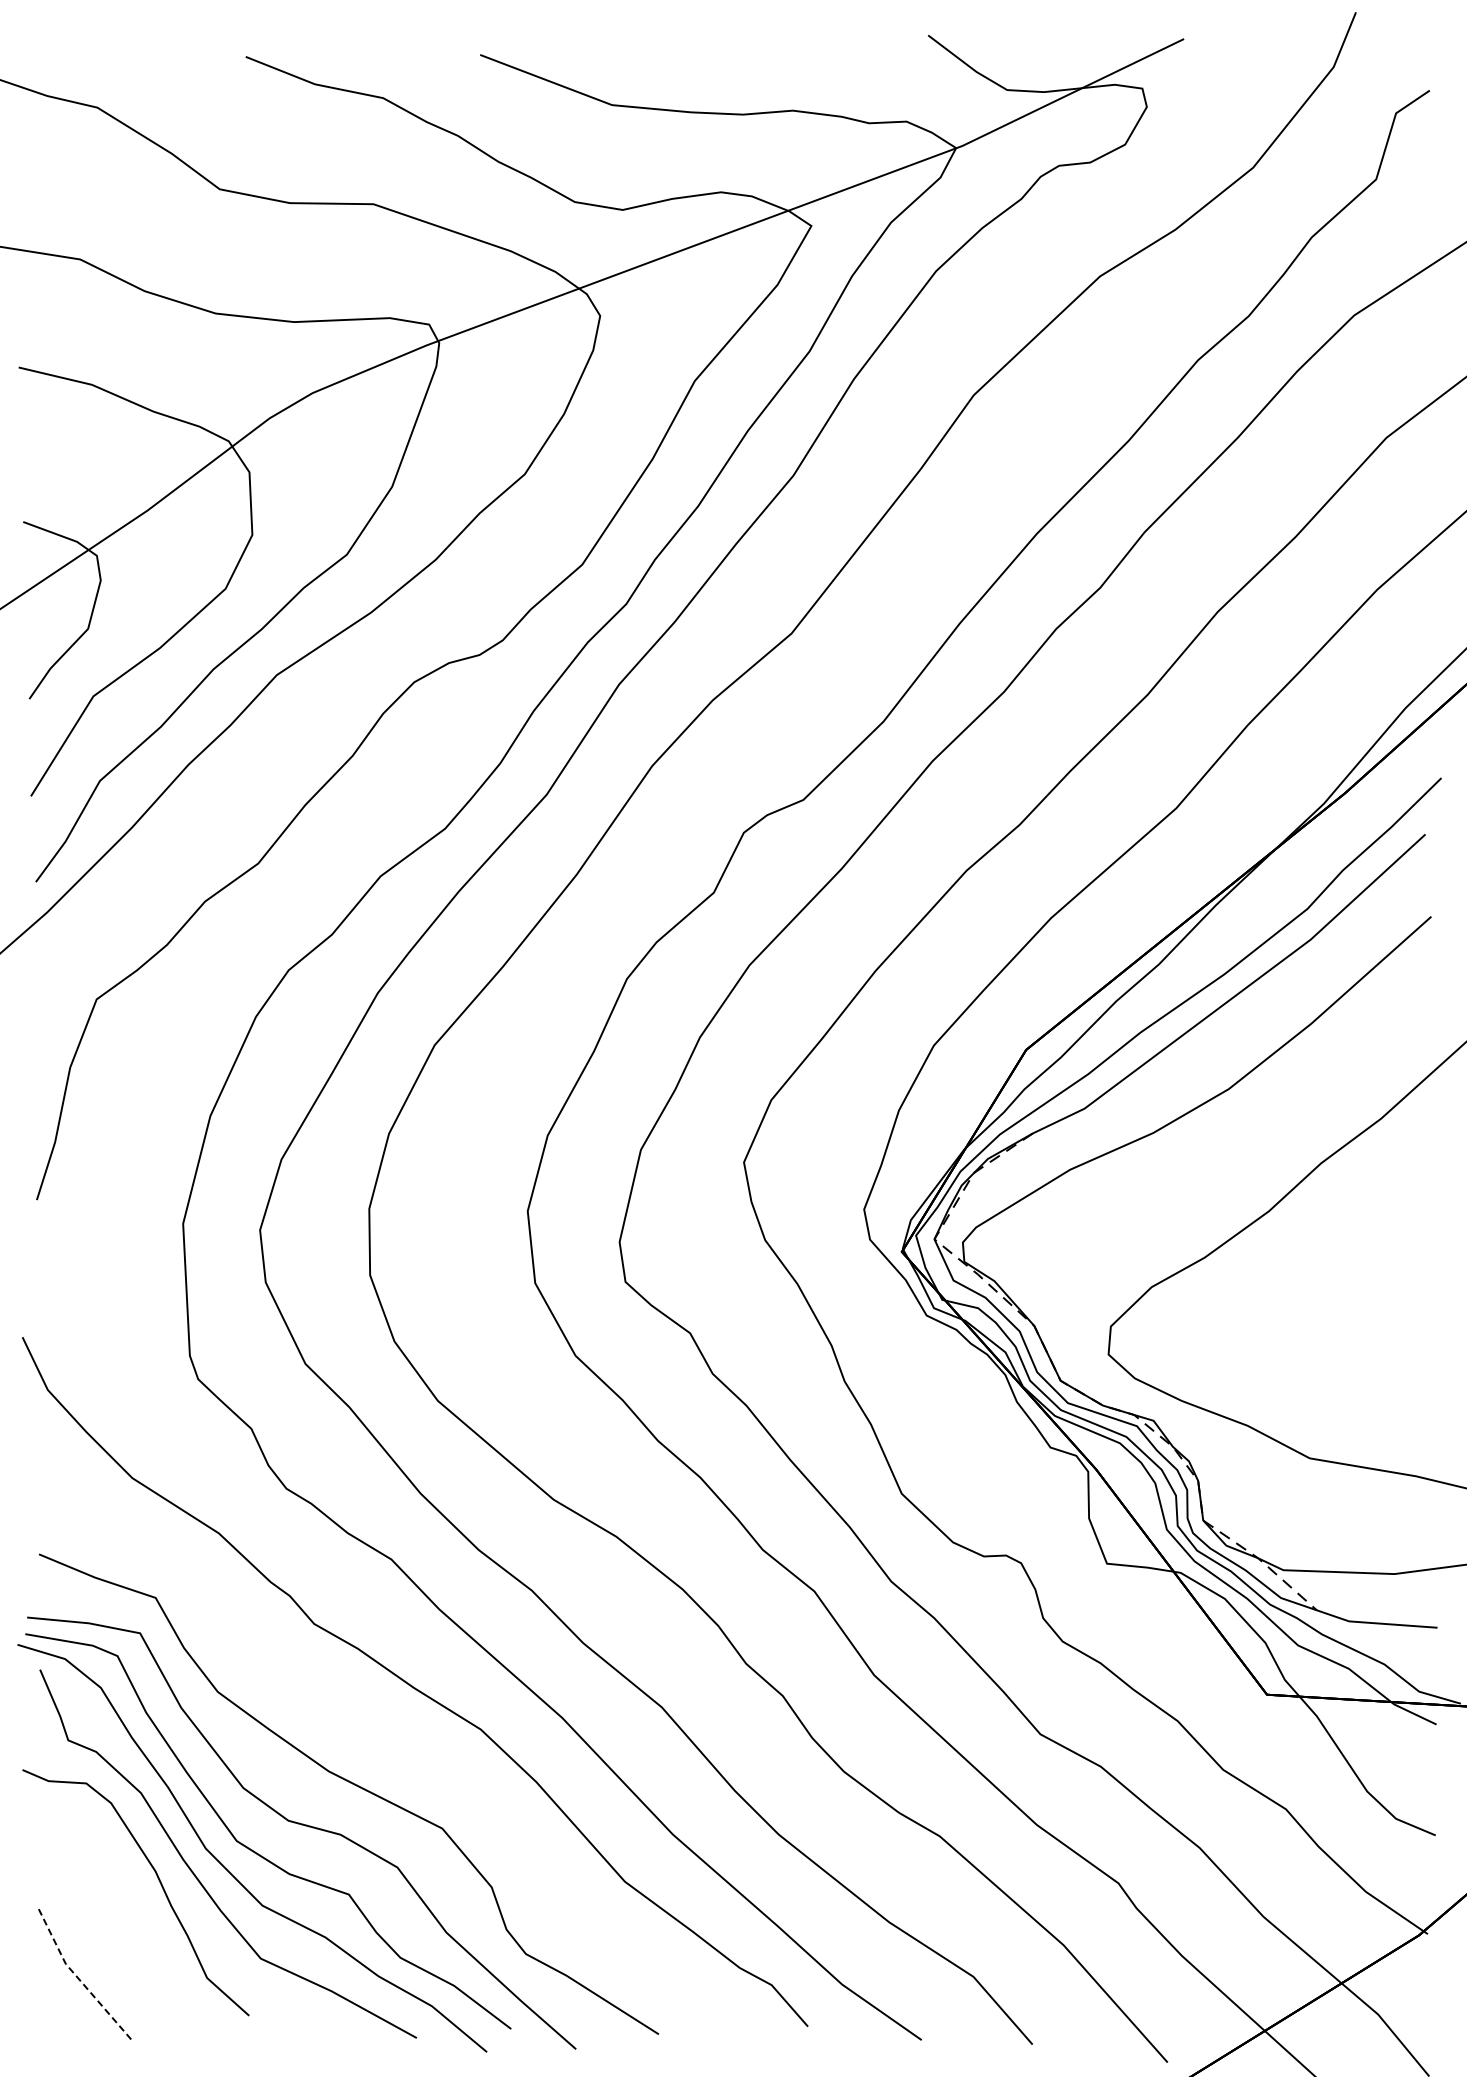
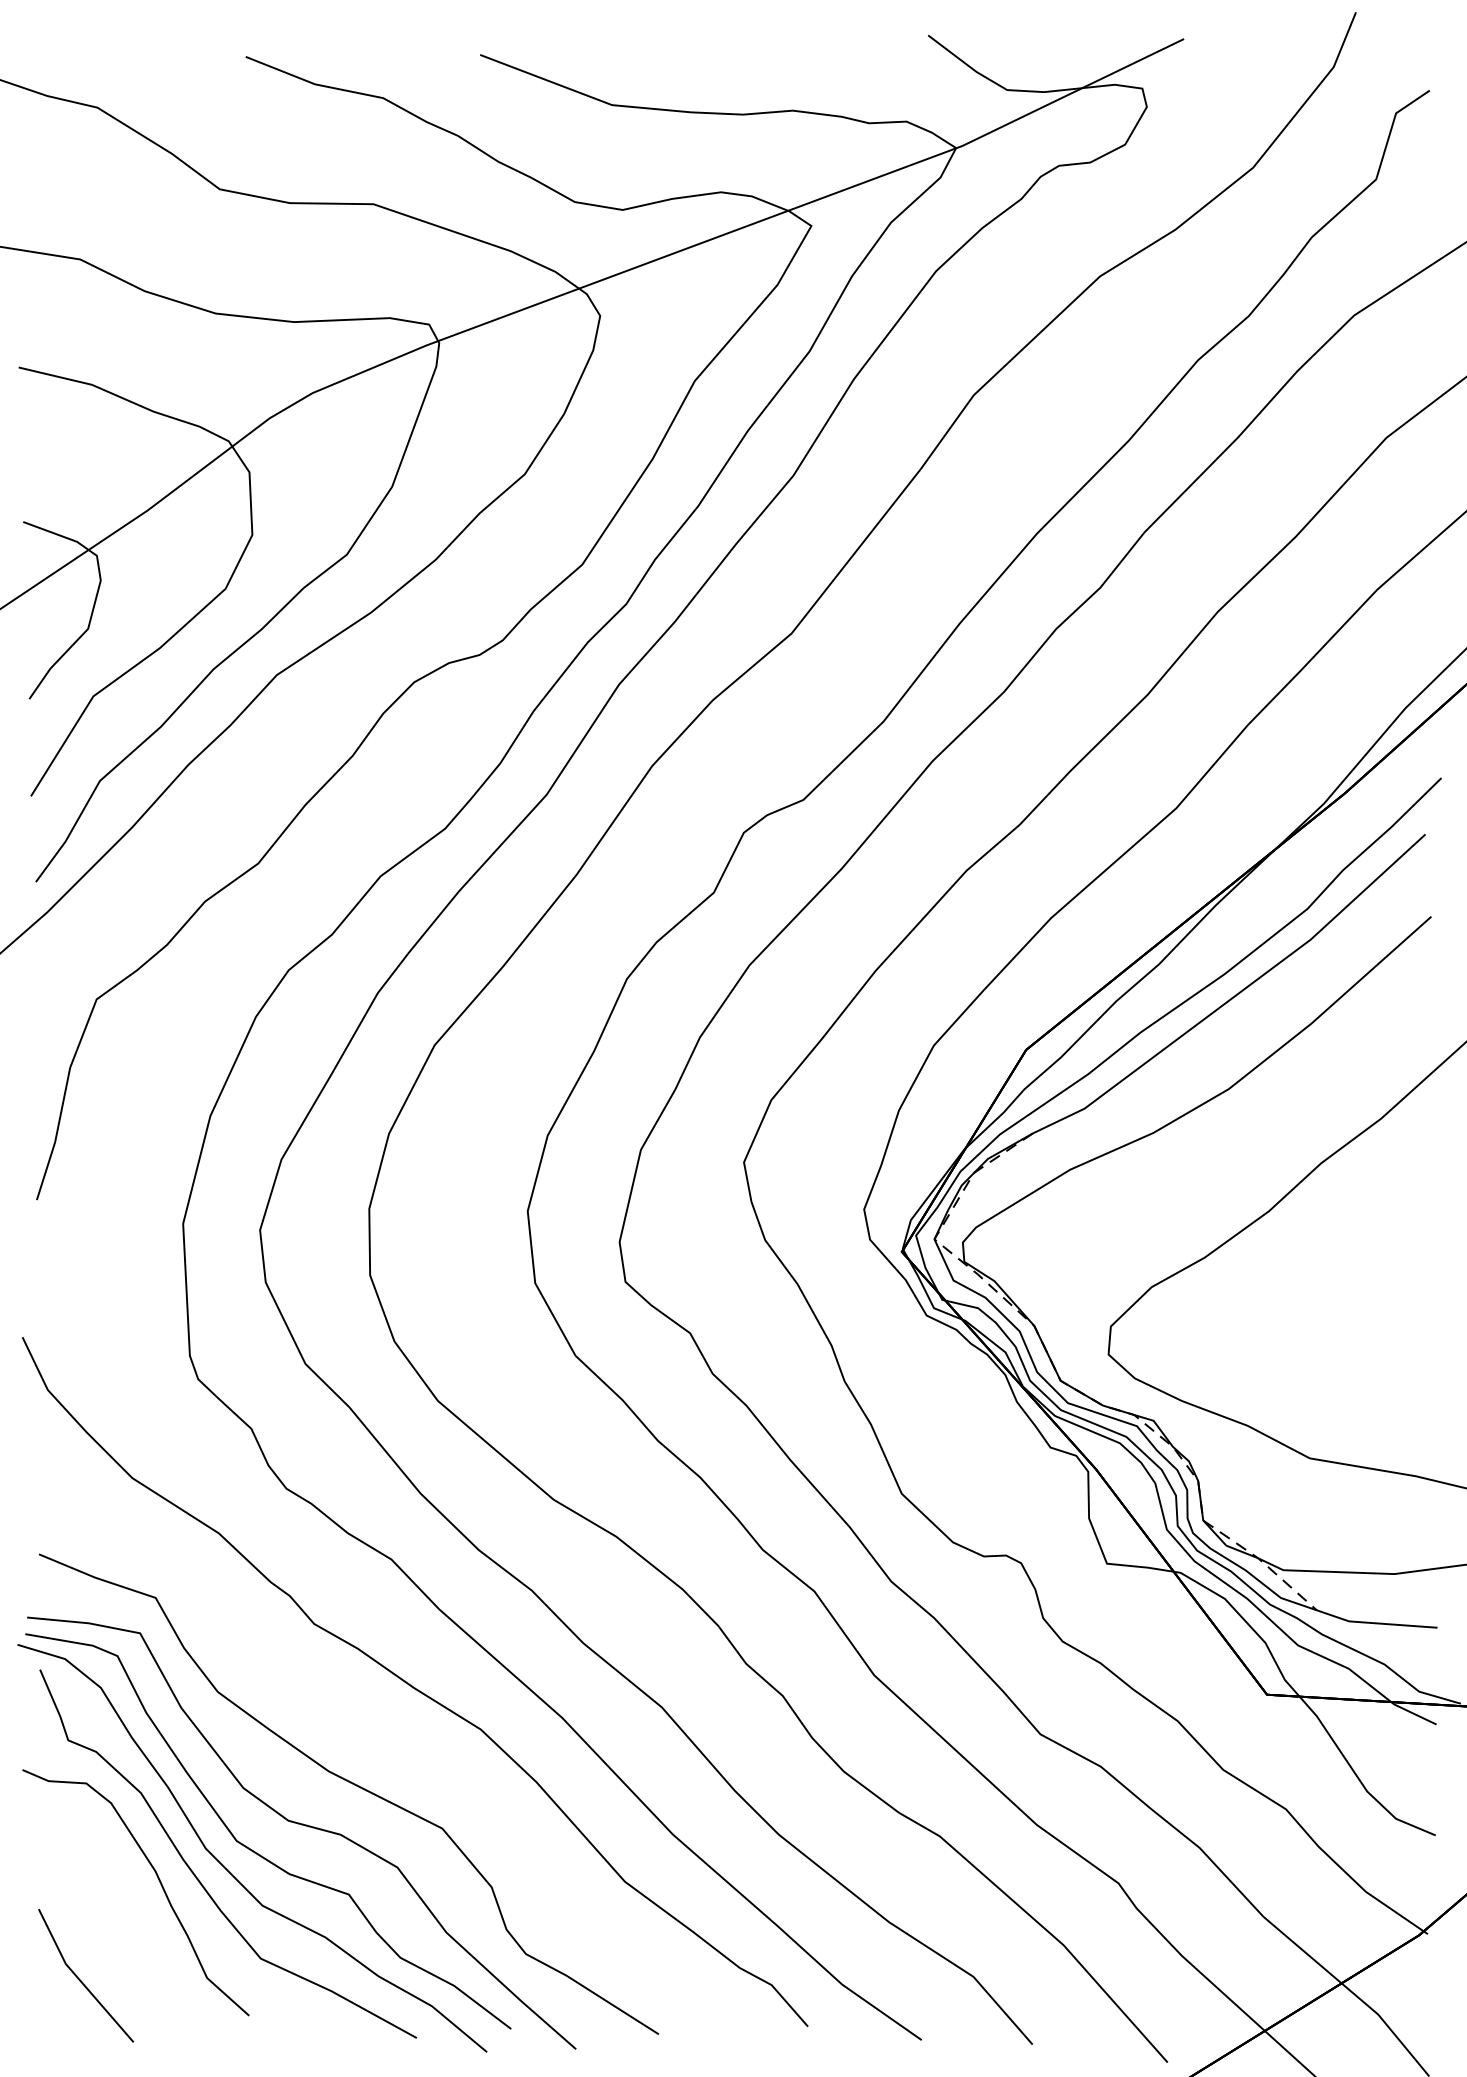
line at (79, 1979): dashed -> solid
